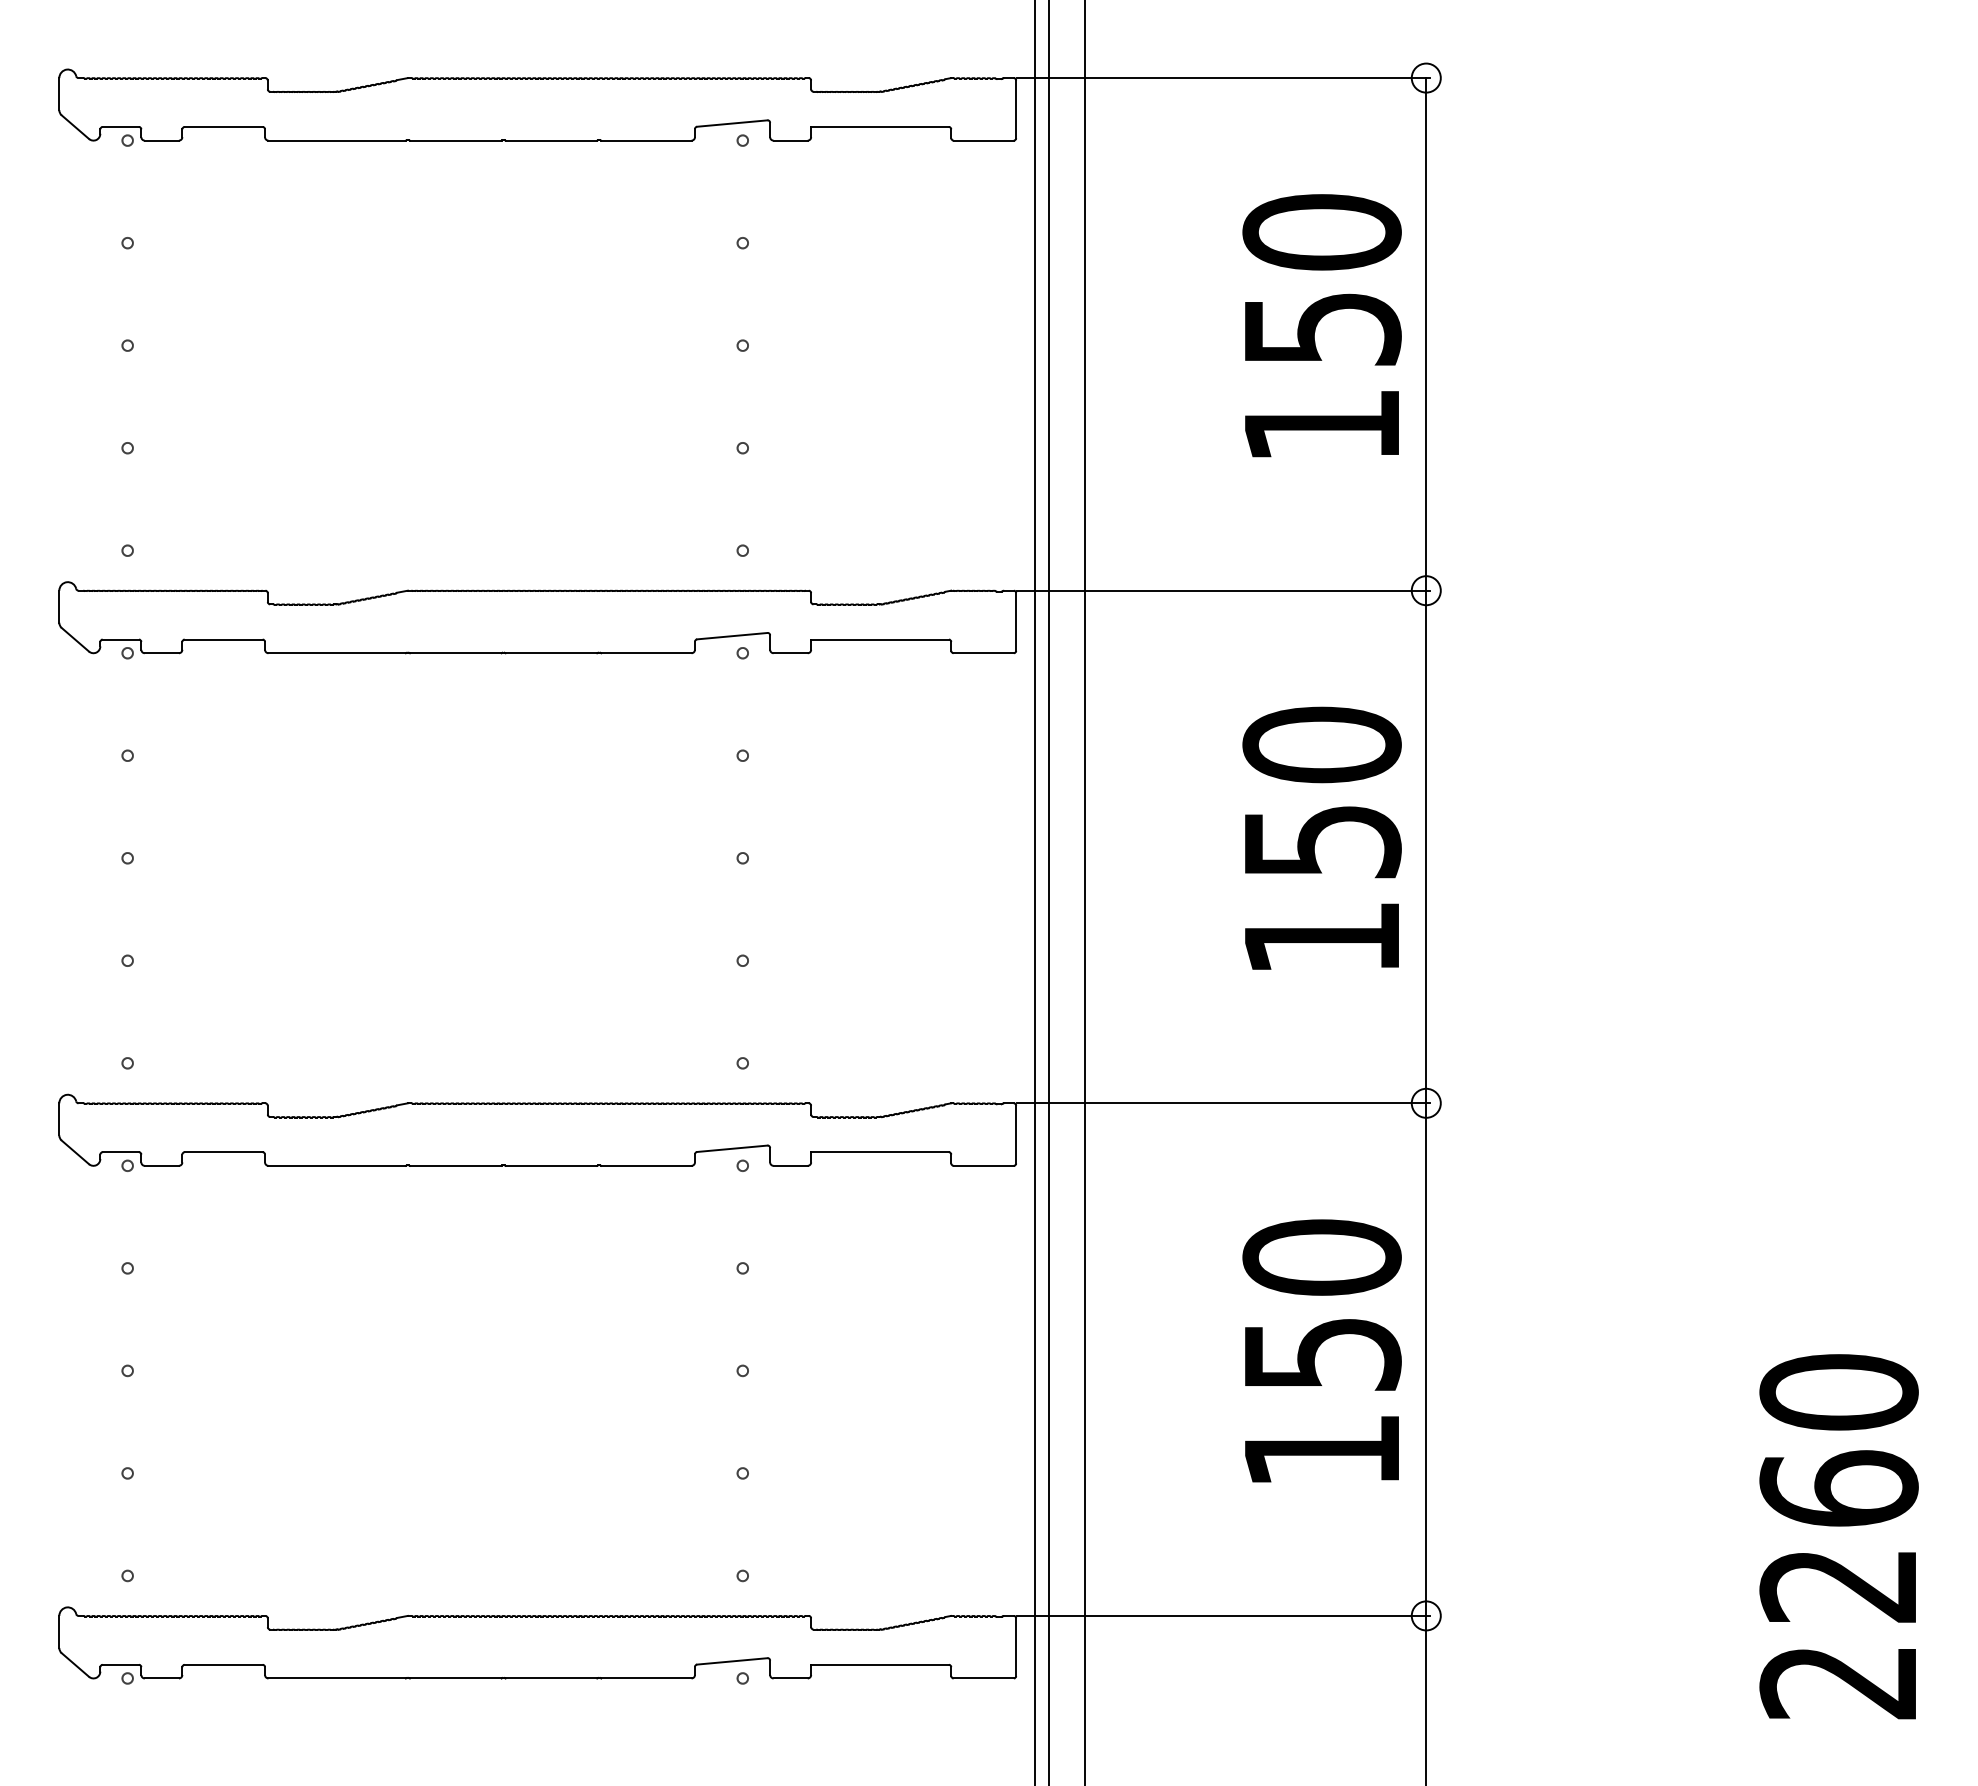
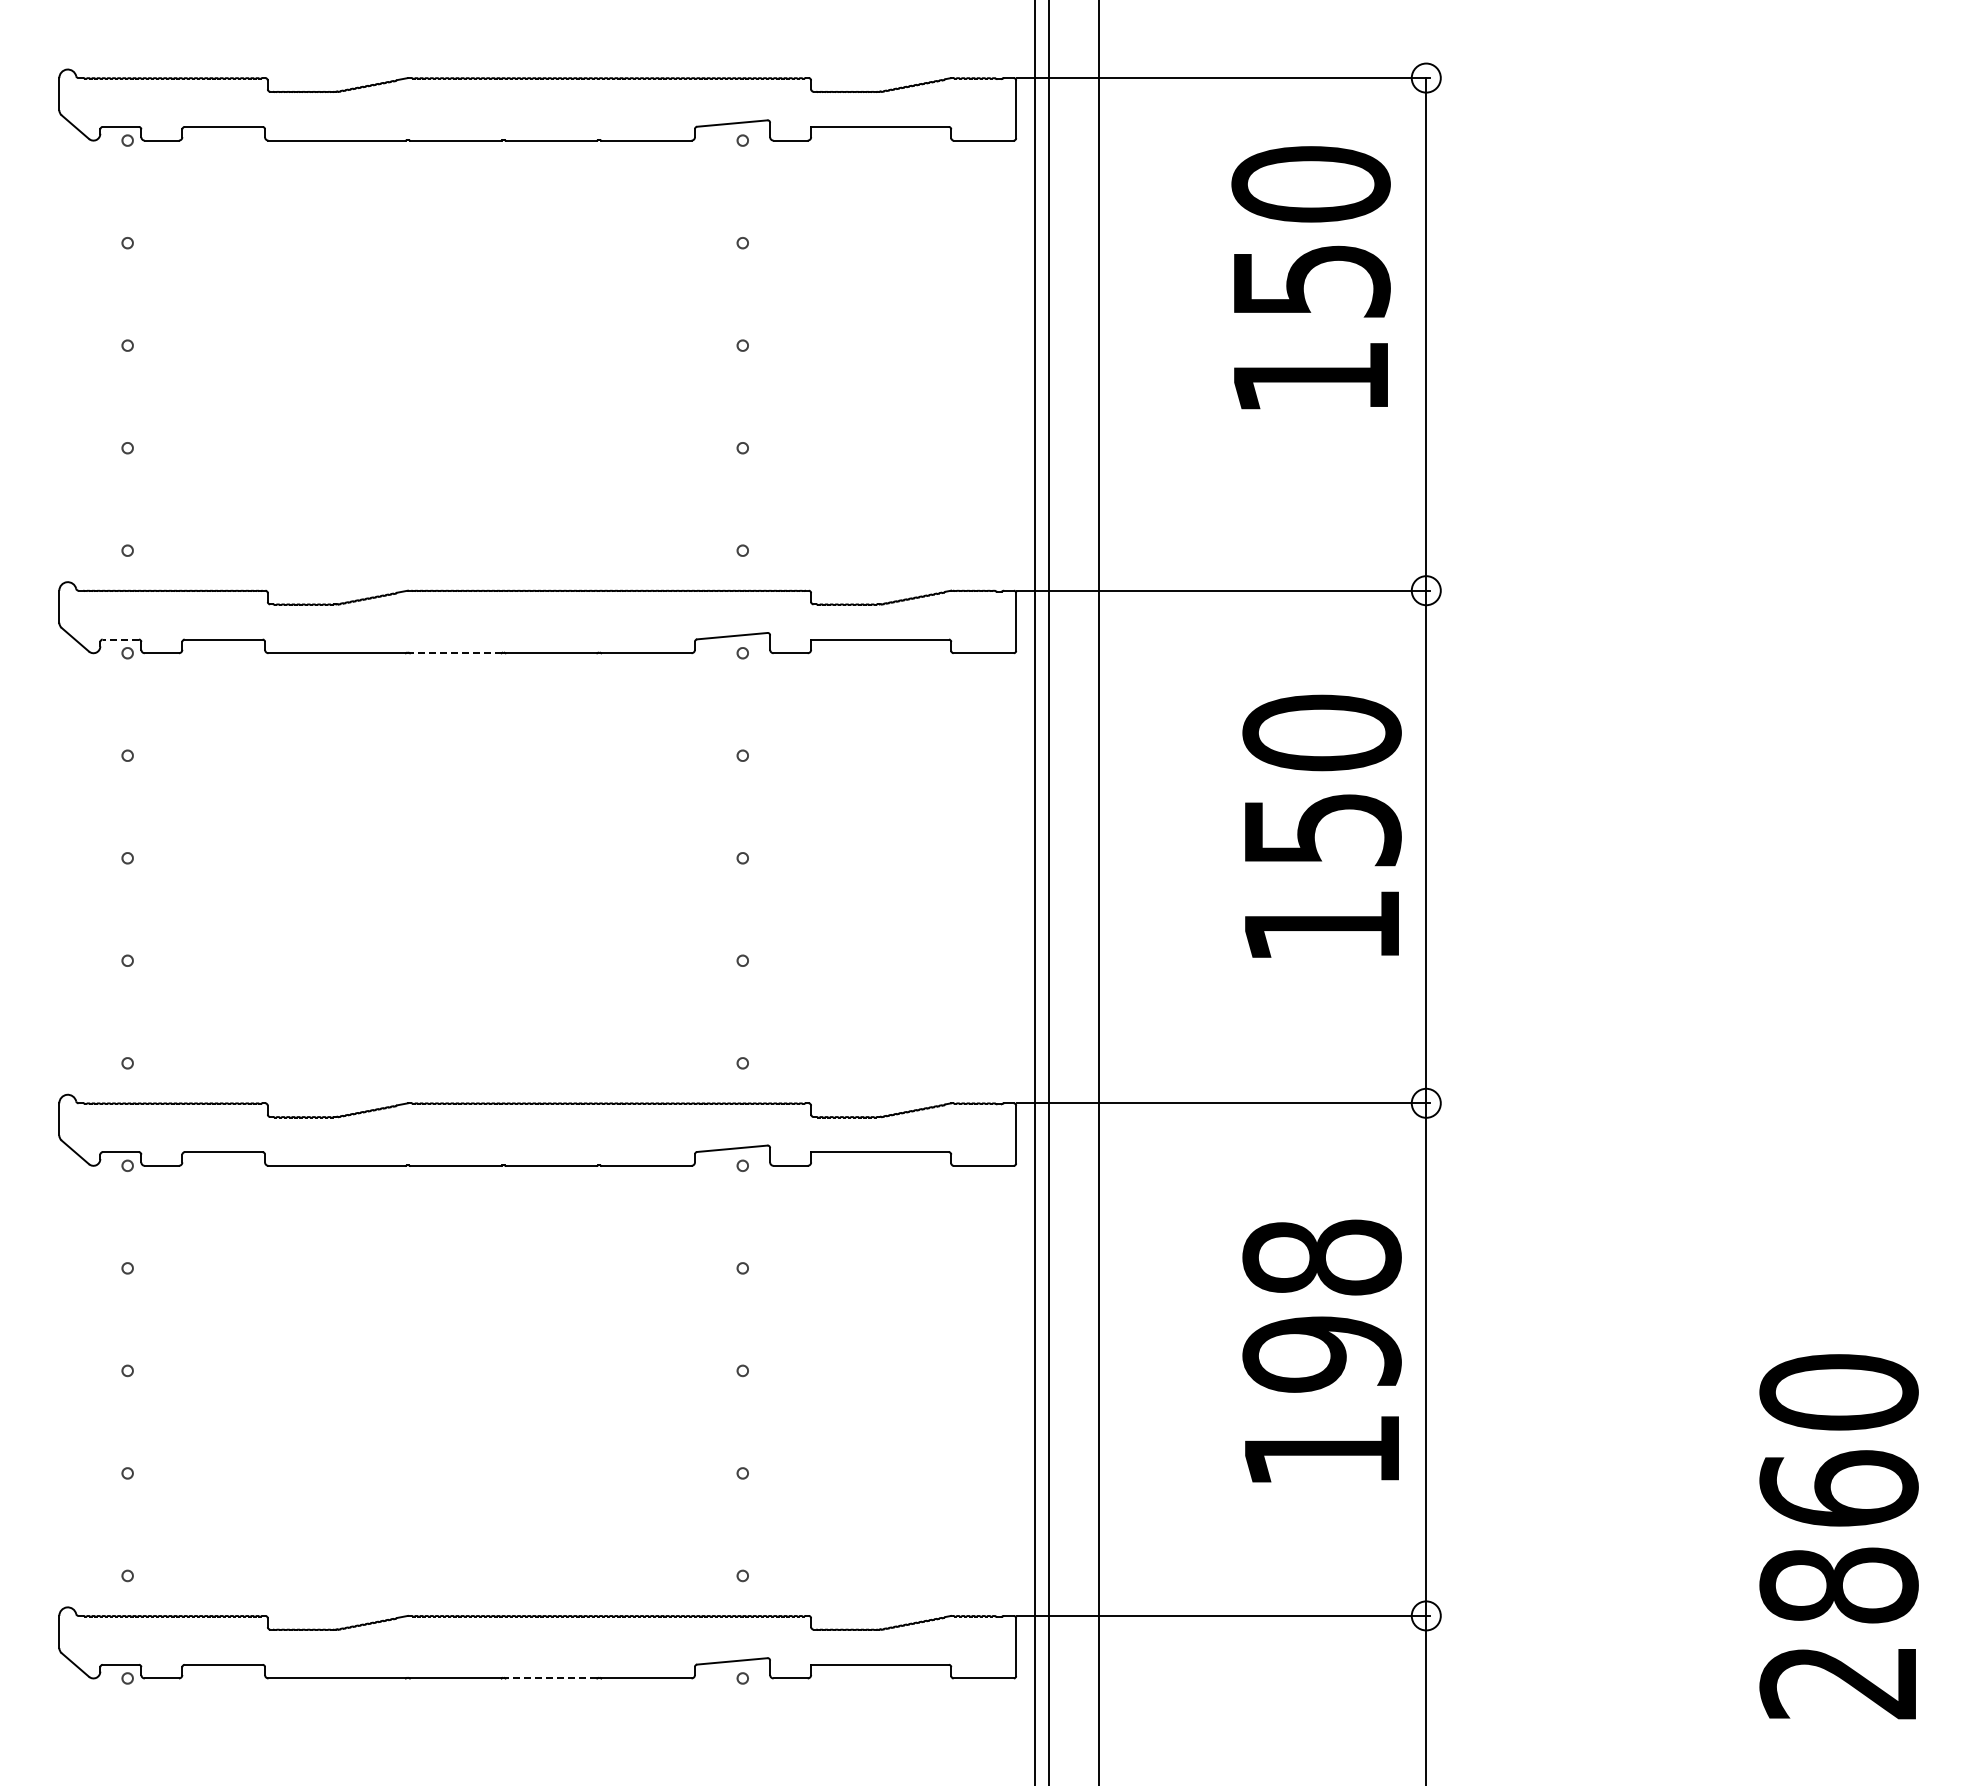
text at (1321, 325) position: (1321, 325) -> (1310, 277)
line at (120, 639): solid -> dashed
line at (455, 653): solid -> dashed
text at (1321, 837) position: (1321, 837) -> (1321, 825)
line at (1084, 892) position: (1084, 892) -> (1098, 892)
text at (1321, 1305): 150 -> 198
text at (1838, 1585): 2260 -> 2860
line at (551, 1678): solid -> dashed
